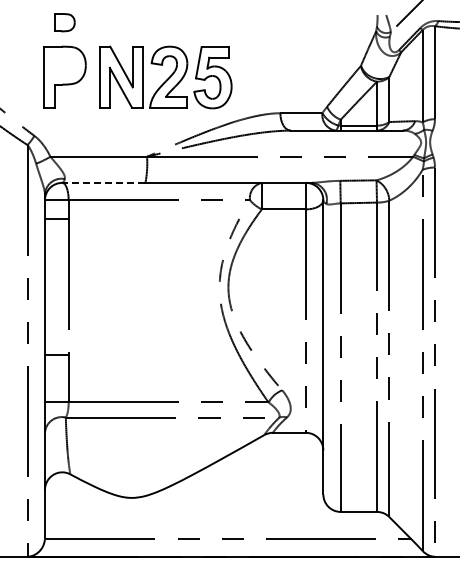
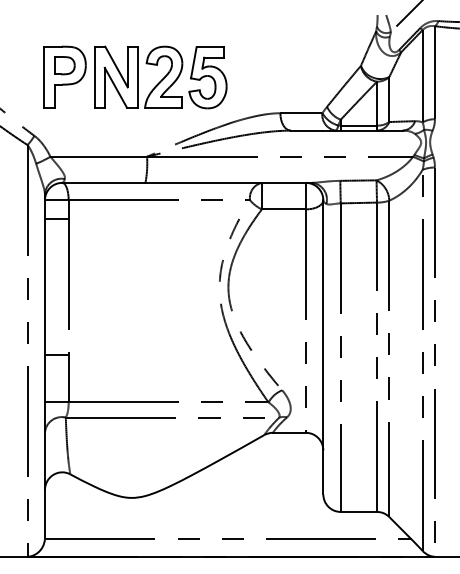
part at (64, 22) position: (64, 22) -> (64, 65)
part at (165, 77) position: (165, 77) -> (160, 77)
line at (103, 182): dashed -> solid
